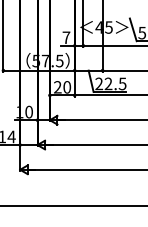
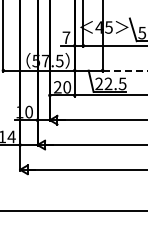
line at (125, 70): solid -> dashed
line at (73, 206) position: (73, 206) -> (73, 211)
